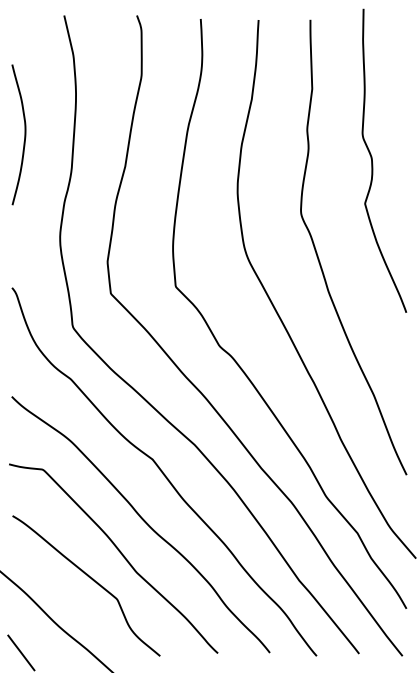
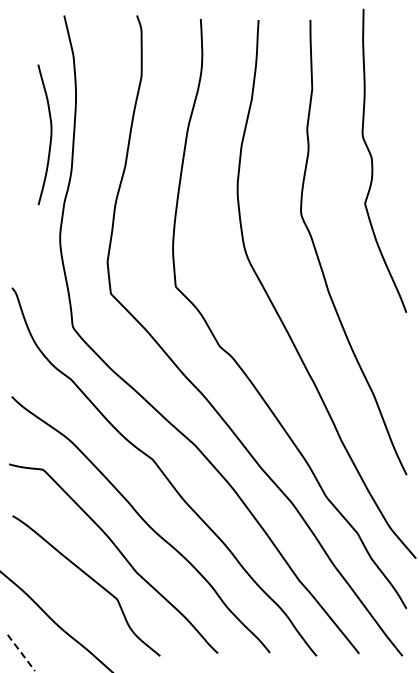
curve at (24, 134) position: (24, 134) -> (50, 134)
line at (20, 652): solid -> dashed
